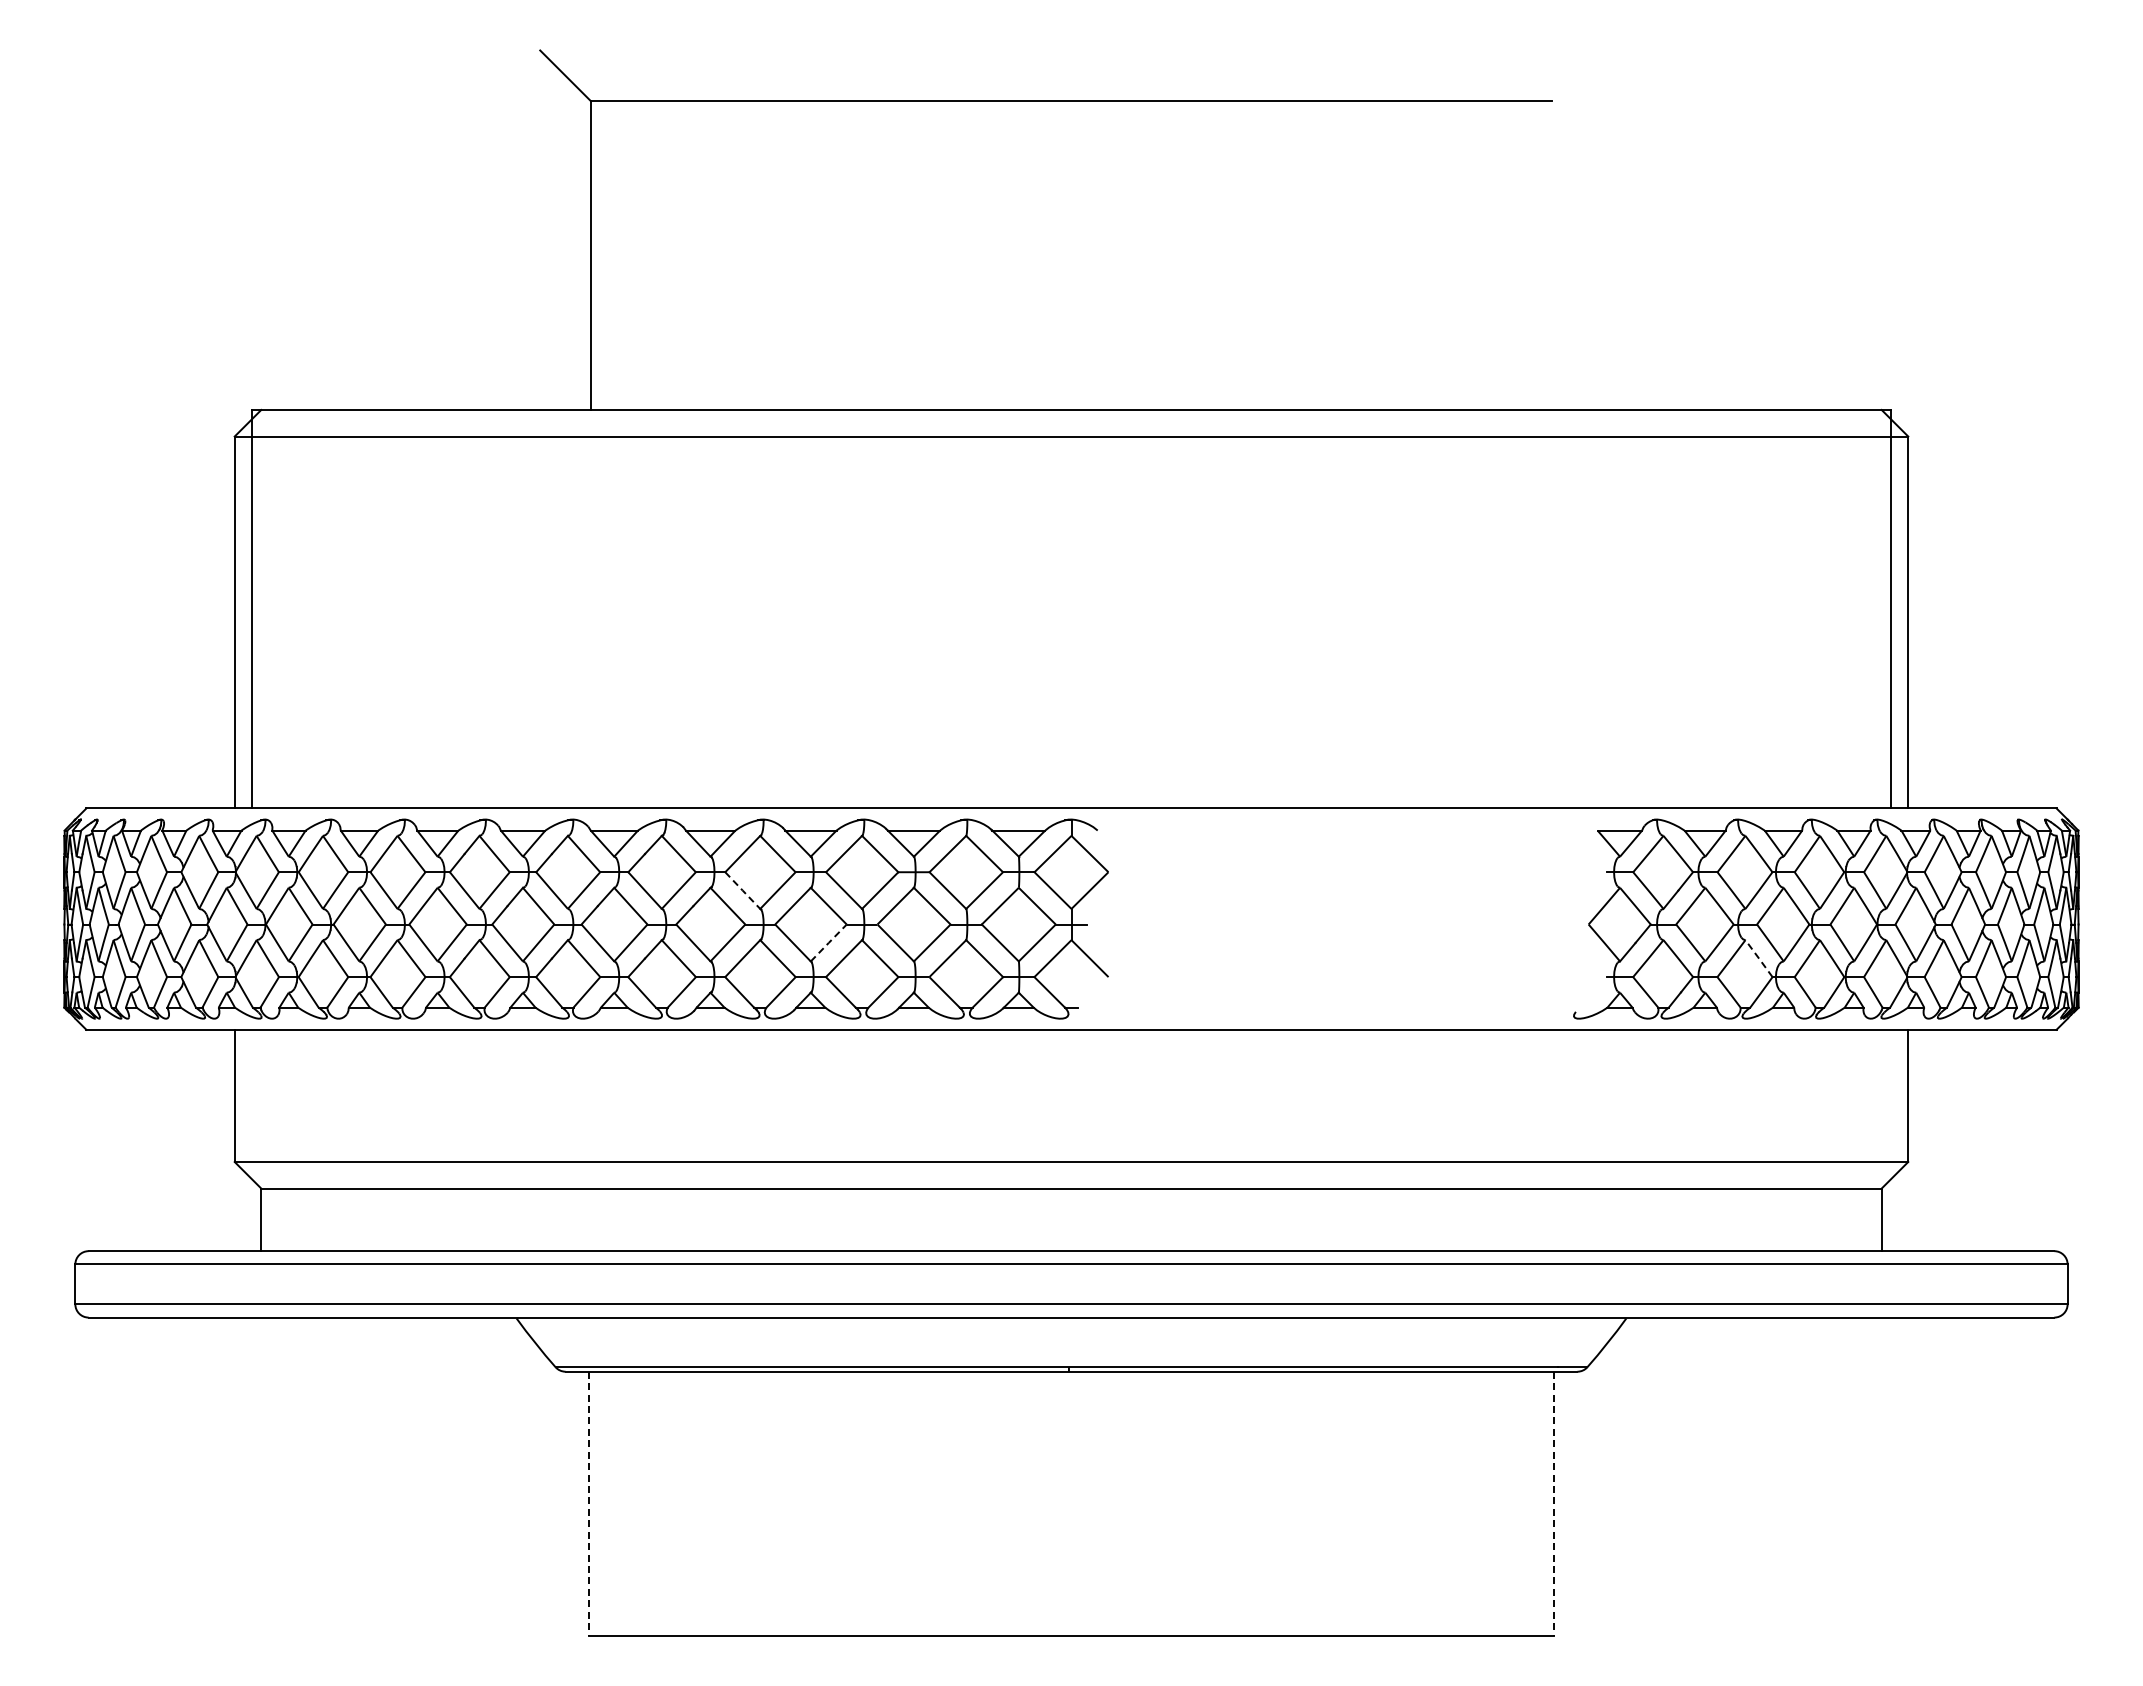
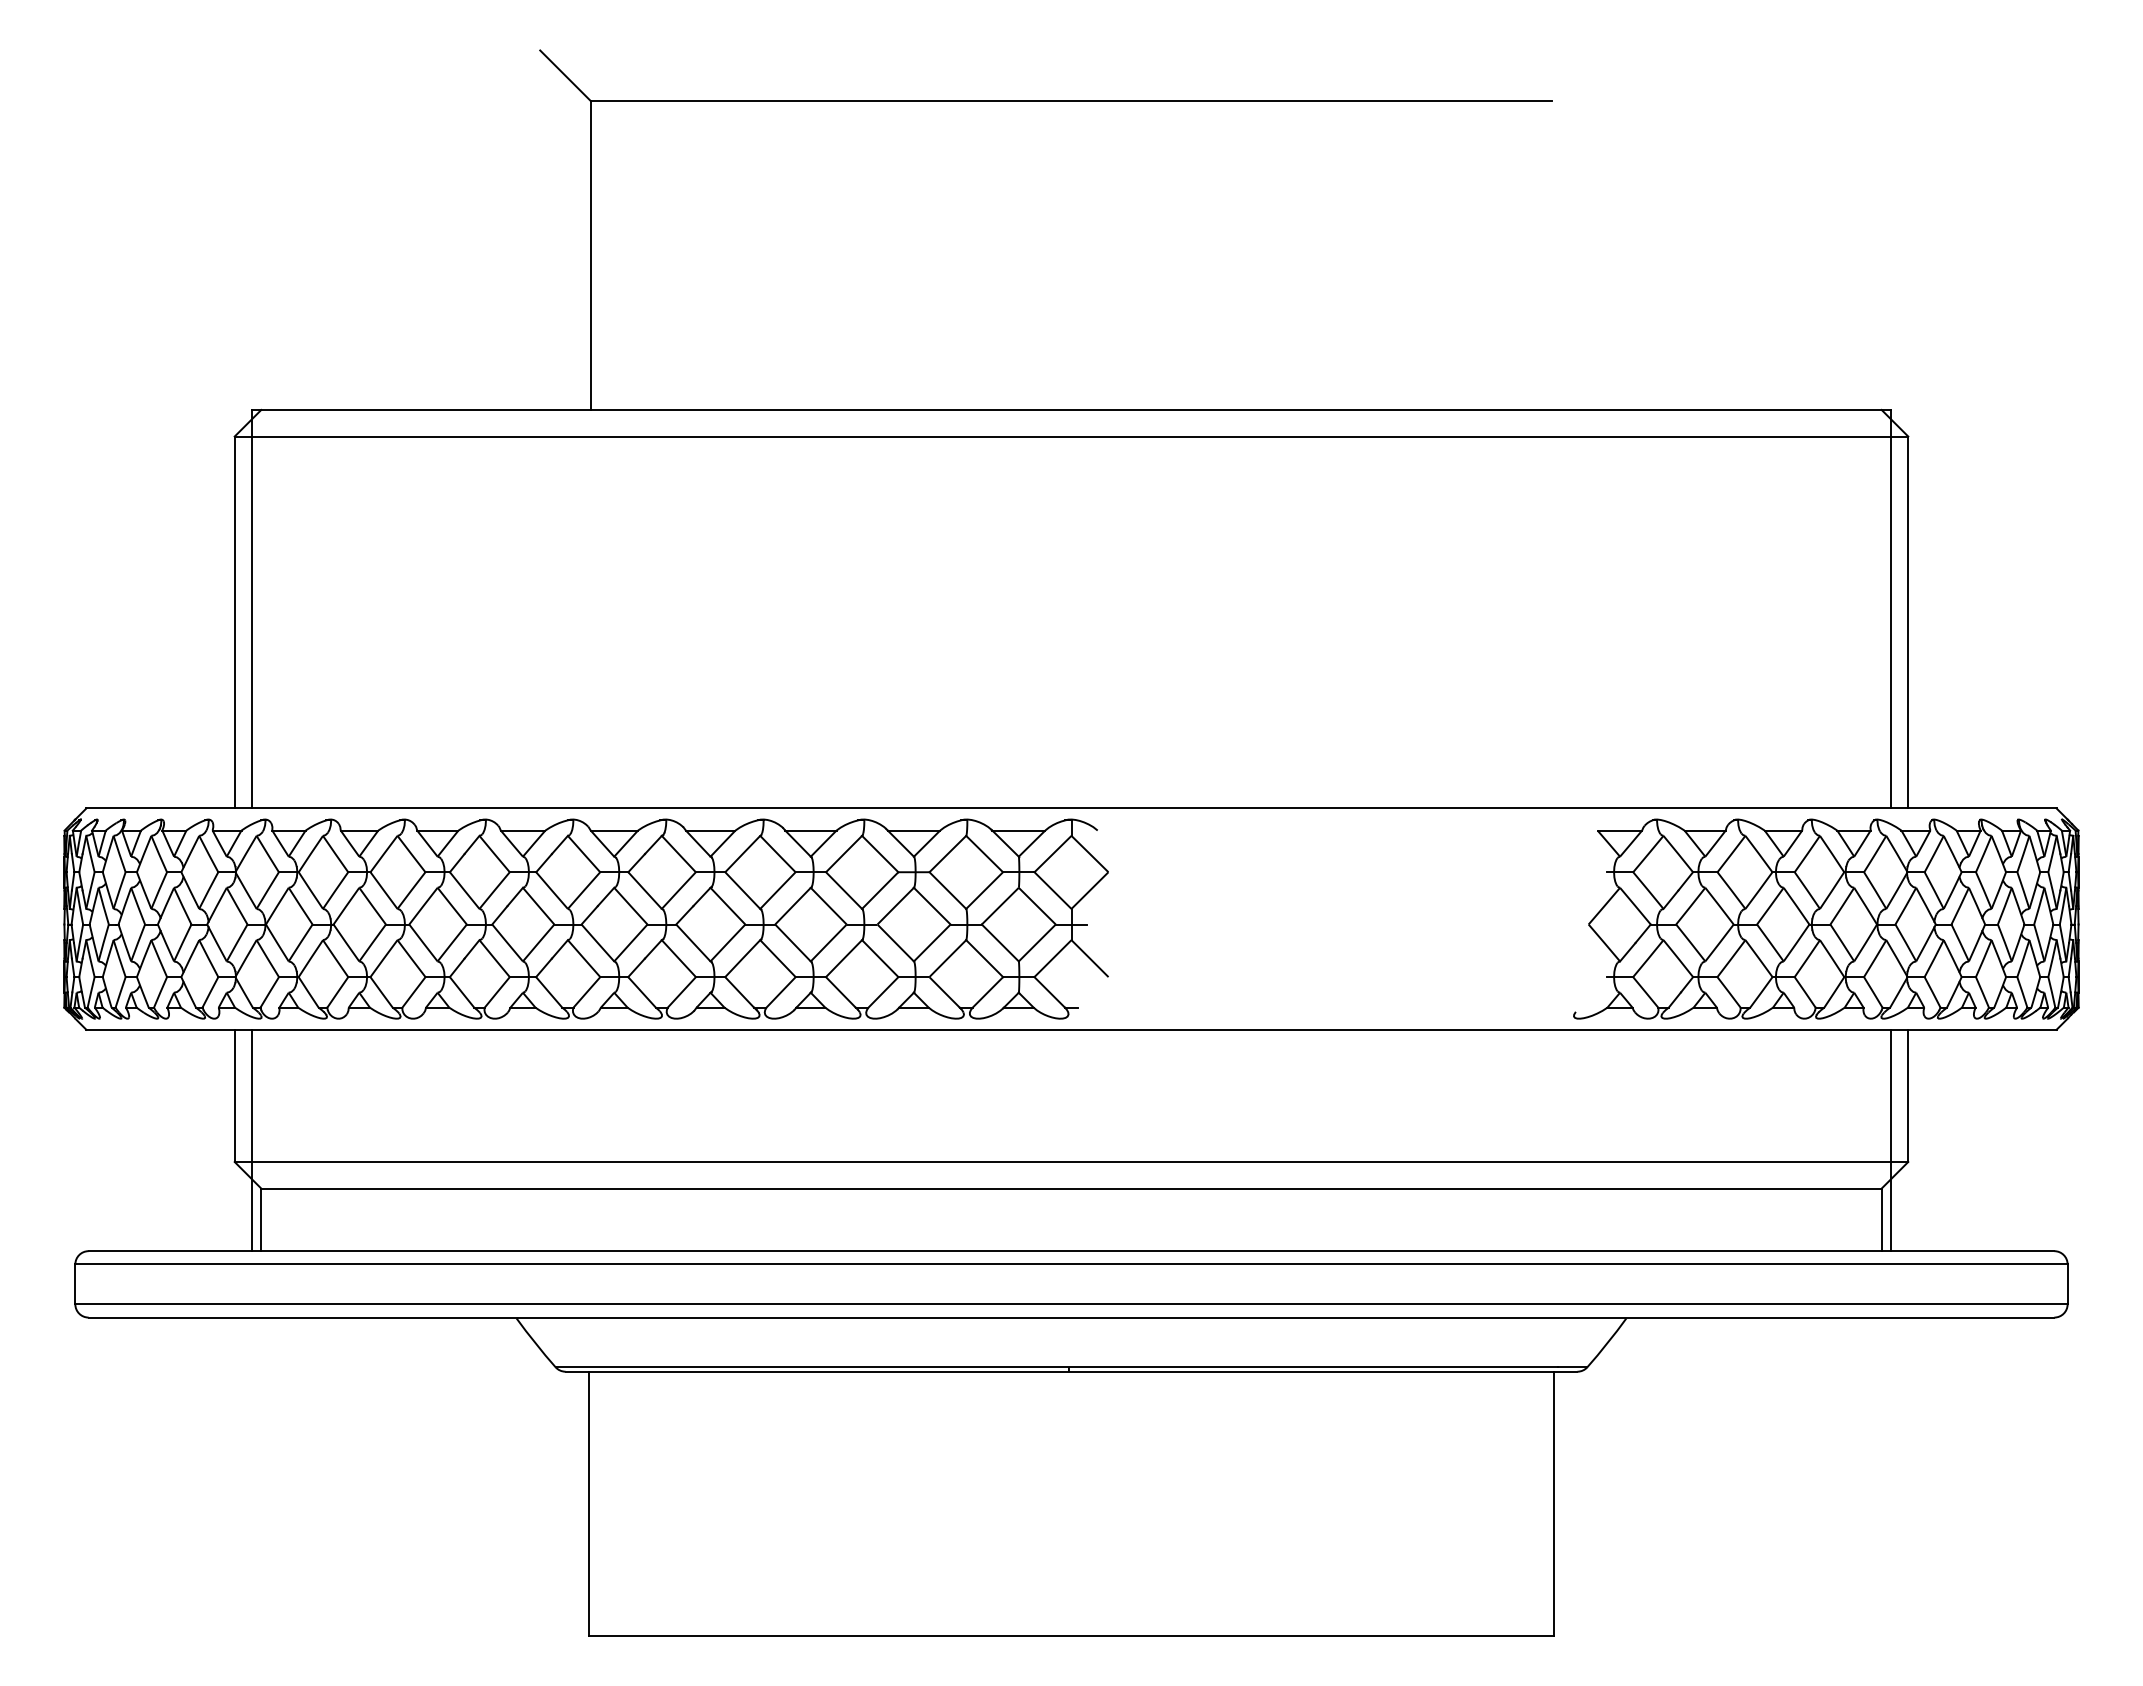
line at (742, 890): dashed -> solid
line at (828, 942): dashed -> solid
line at (1759, 958): dashed -> solid
line at (252, 1140): none -> present
line at (1890, 1140): none -> present
line at (588, 1503): dashed -> solid
line at (1554, 1503): dashed -> solid
